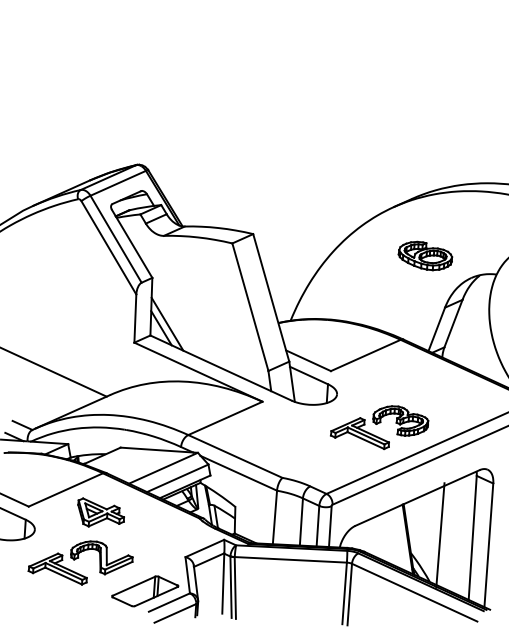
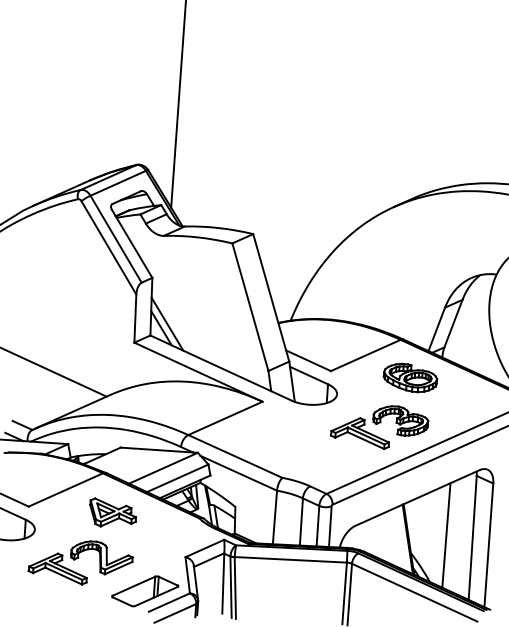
line at (178, 104): none -> present
part at (425, 255) position: (425, 255) -> (410, 377)
part at (100, 512) position: (100, 512) -> (112, 512)
line at (440, 535) position: (440, 535) -> (446, 535)
